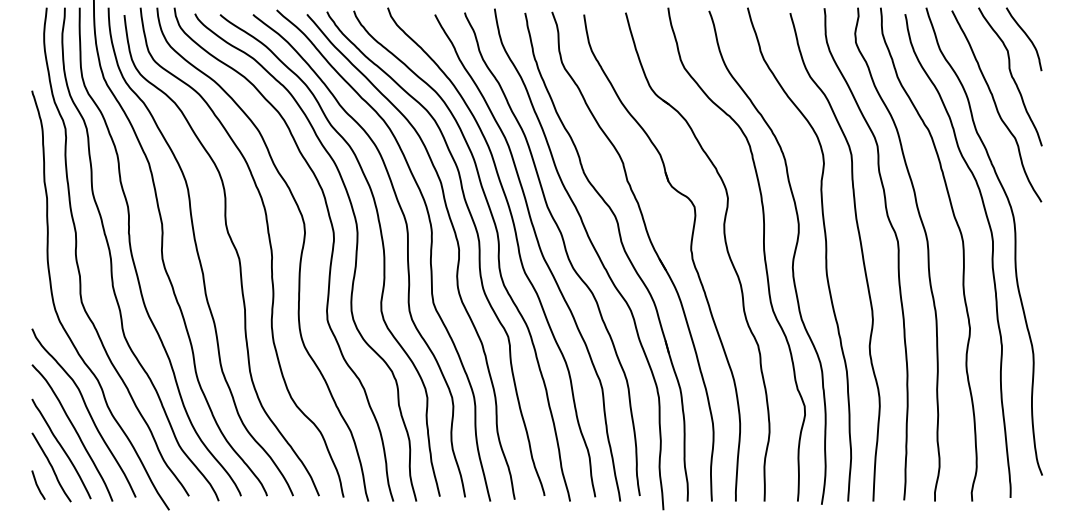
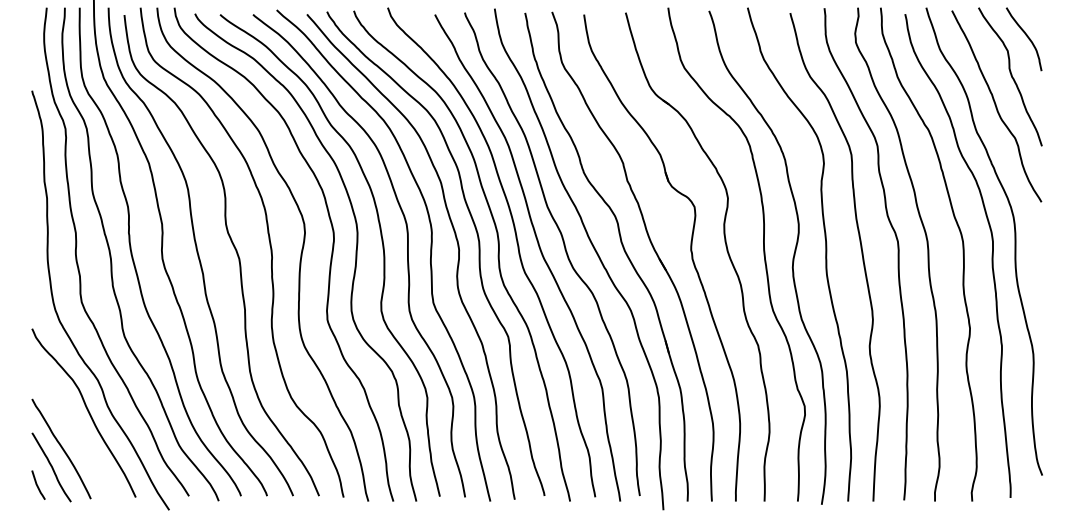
curve at (74, 430): present -> none
